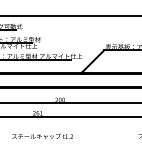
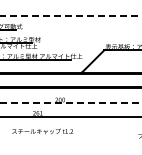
line at (70, 15): solid -> dashed
line at (71, 103): solid -> dashed
text at (42, 136) position: (42, 136) -> (42, 131)
